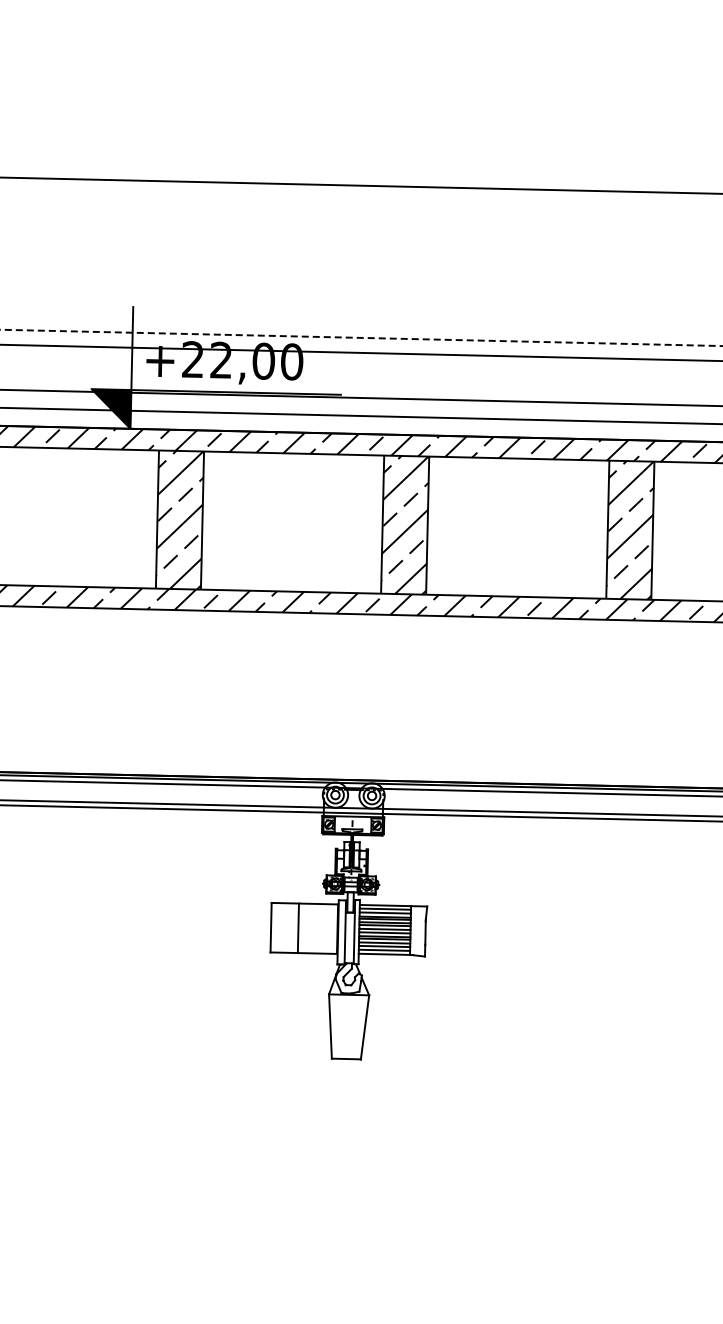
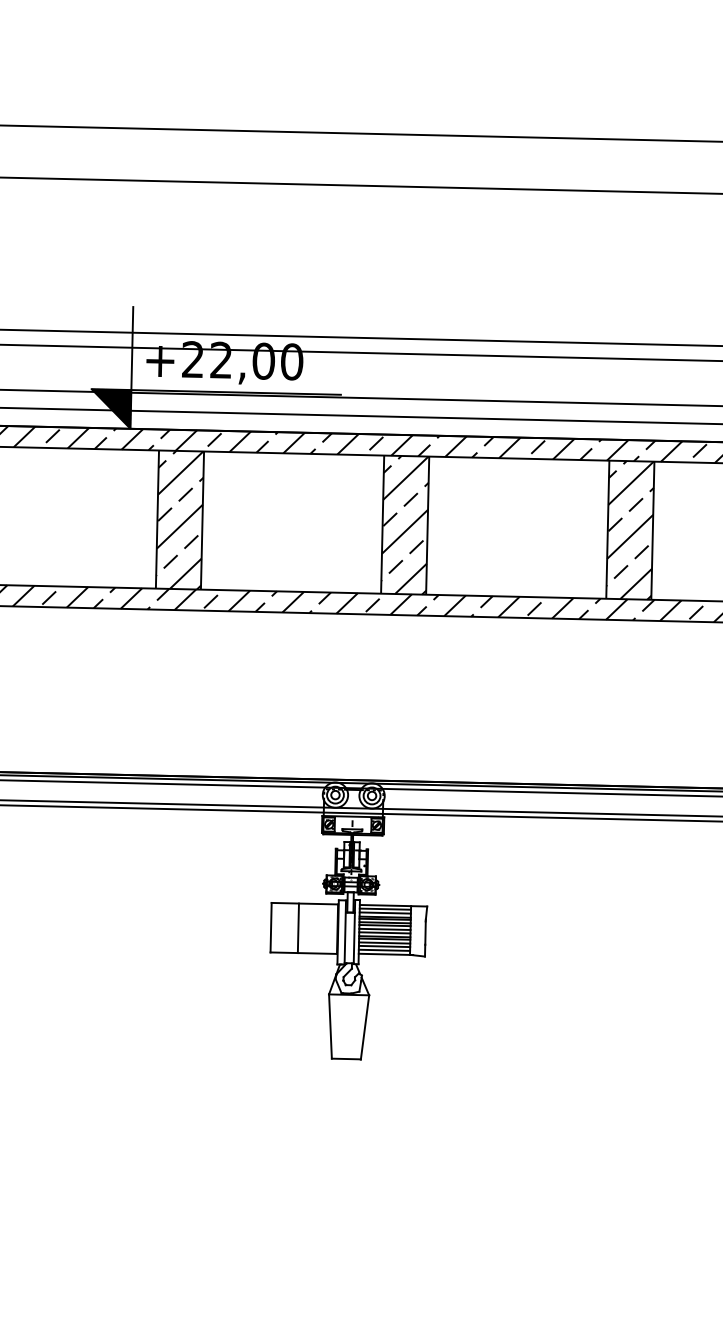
line at (360, 133): none -> present
line at (361, 337): dashed -> solid
